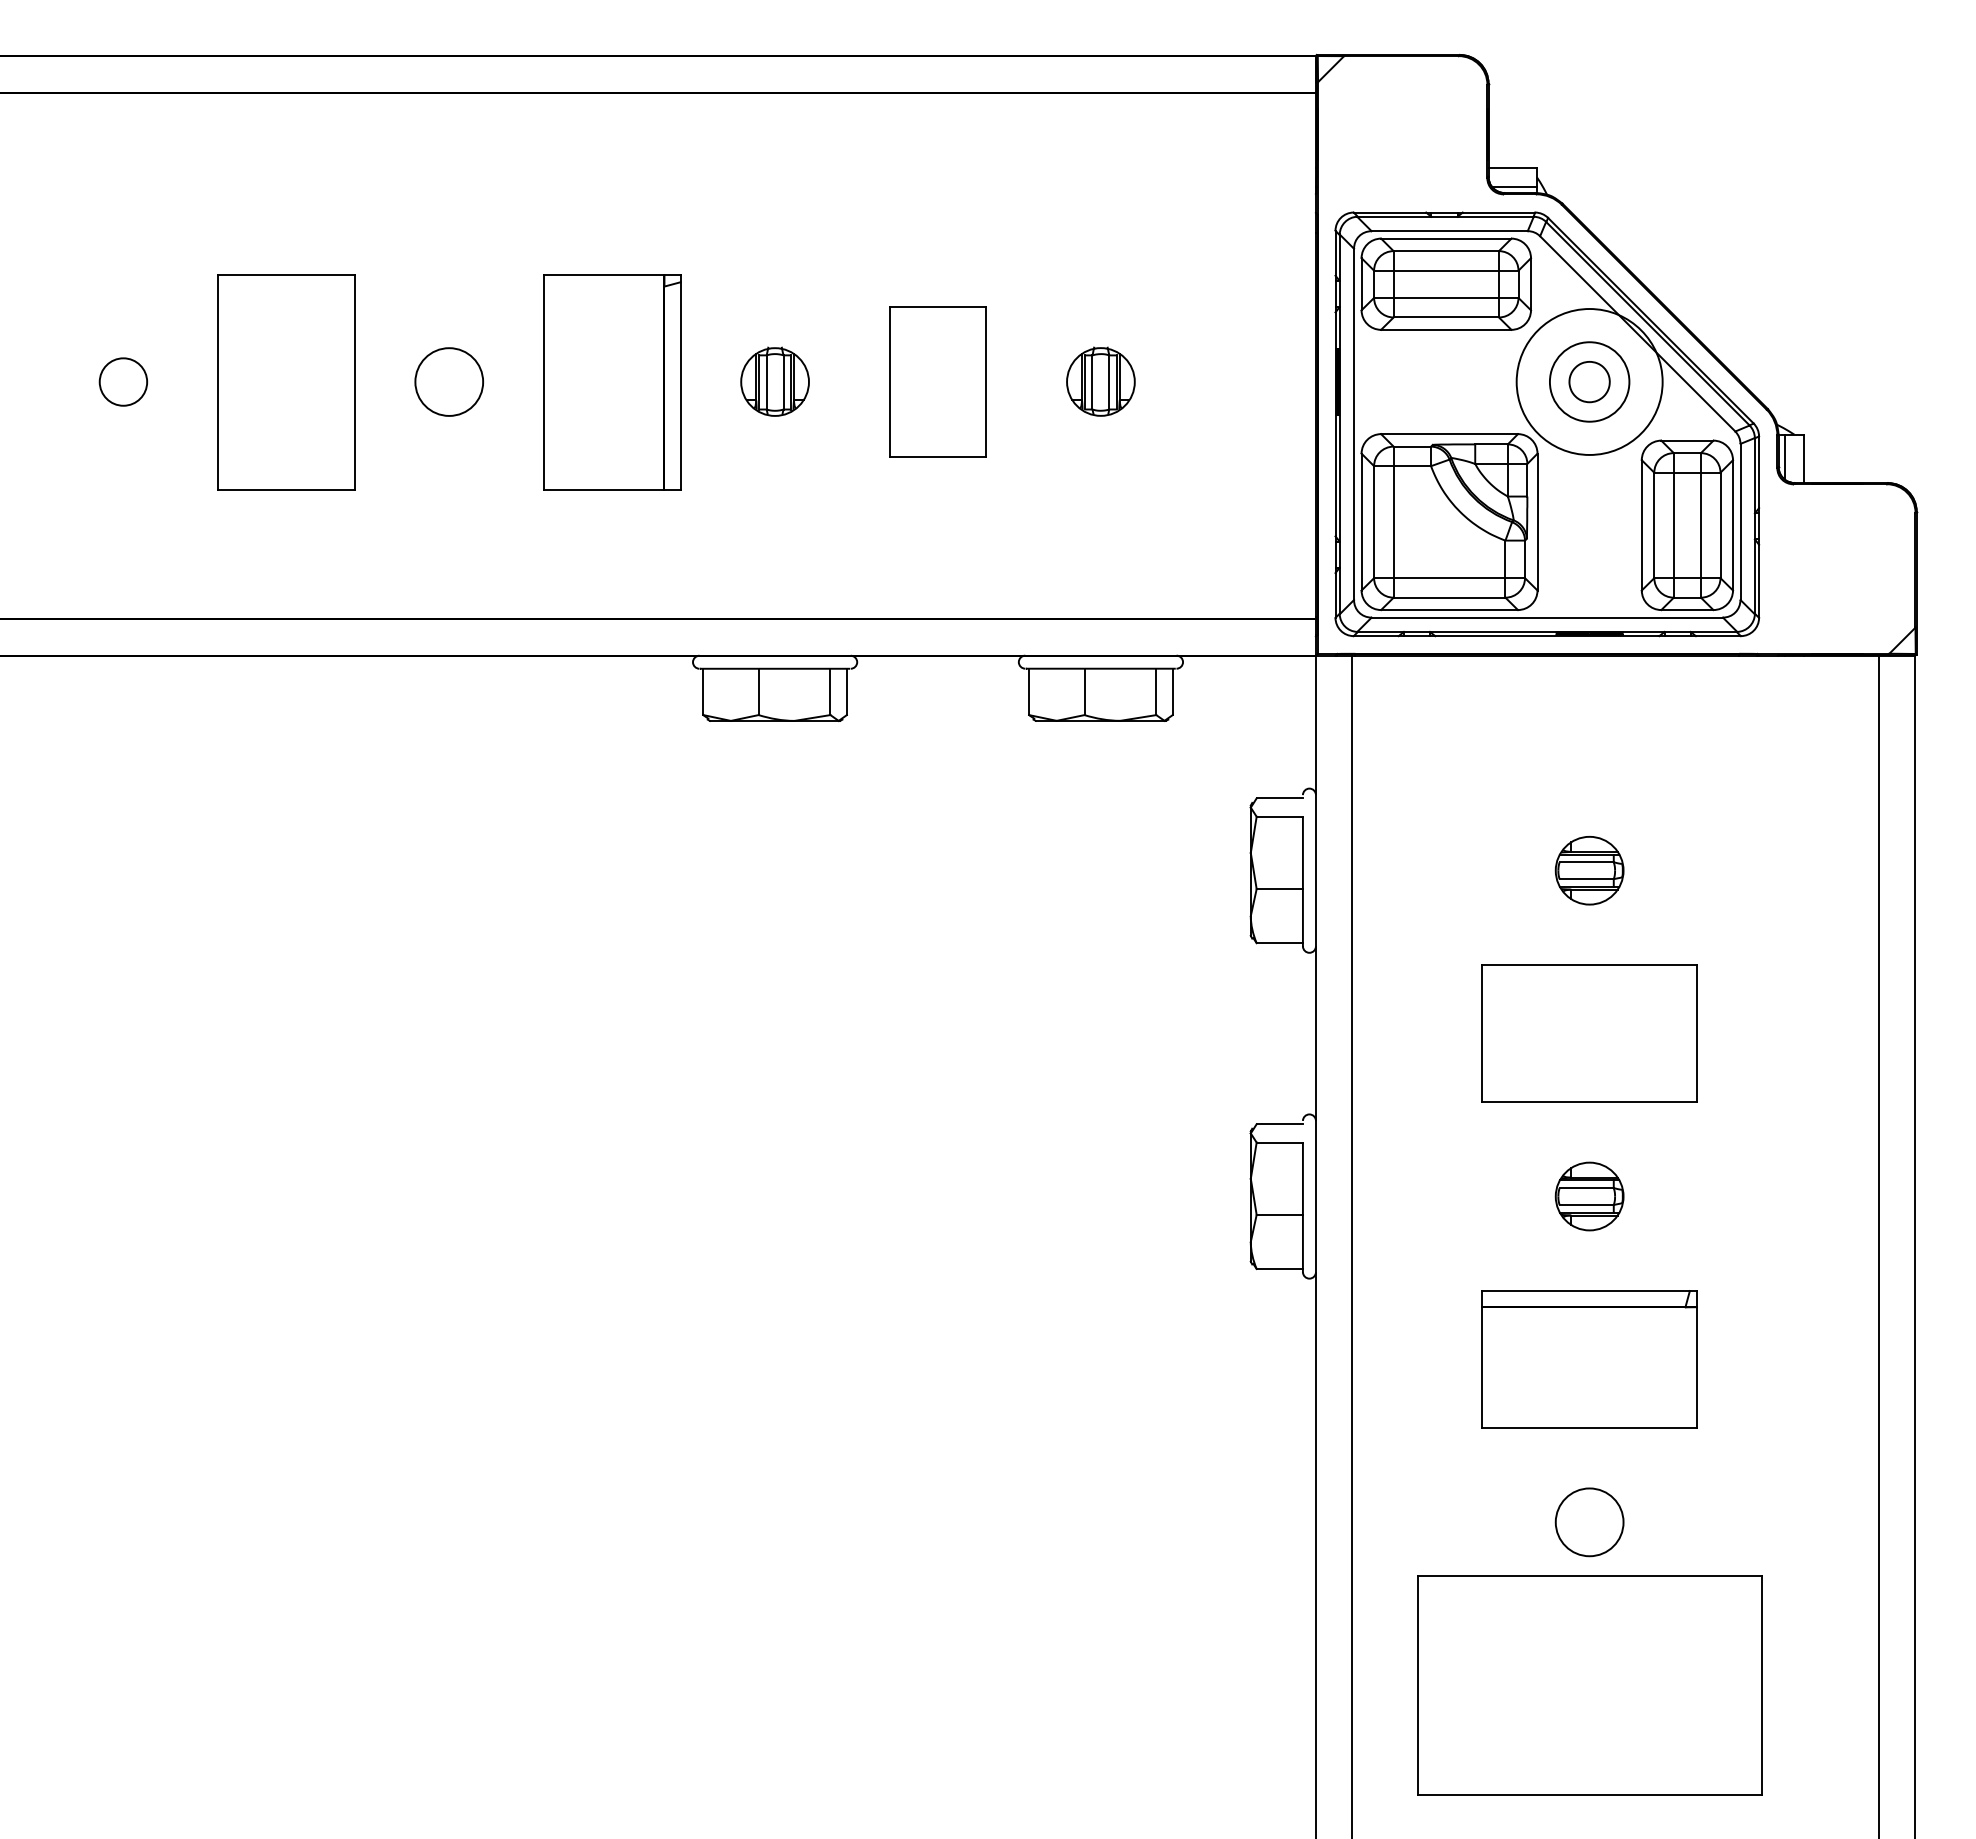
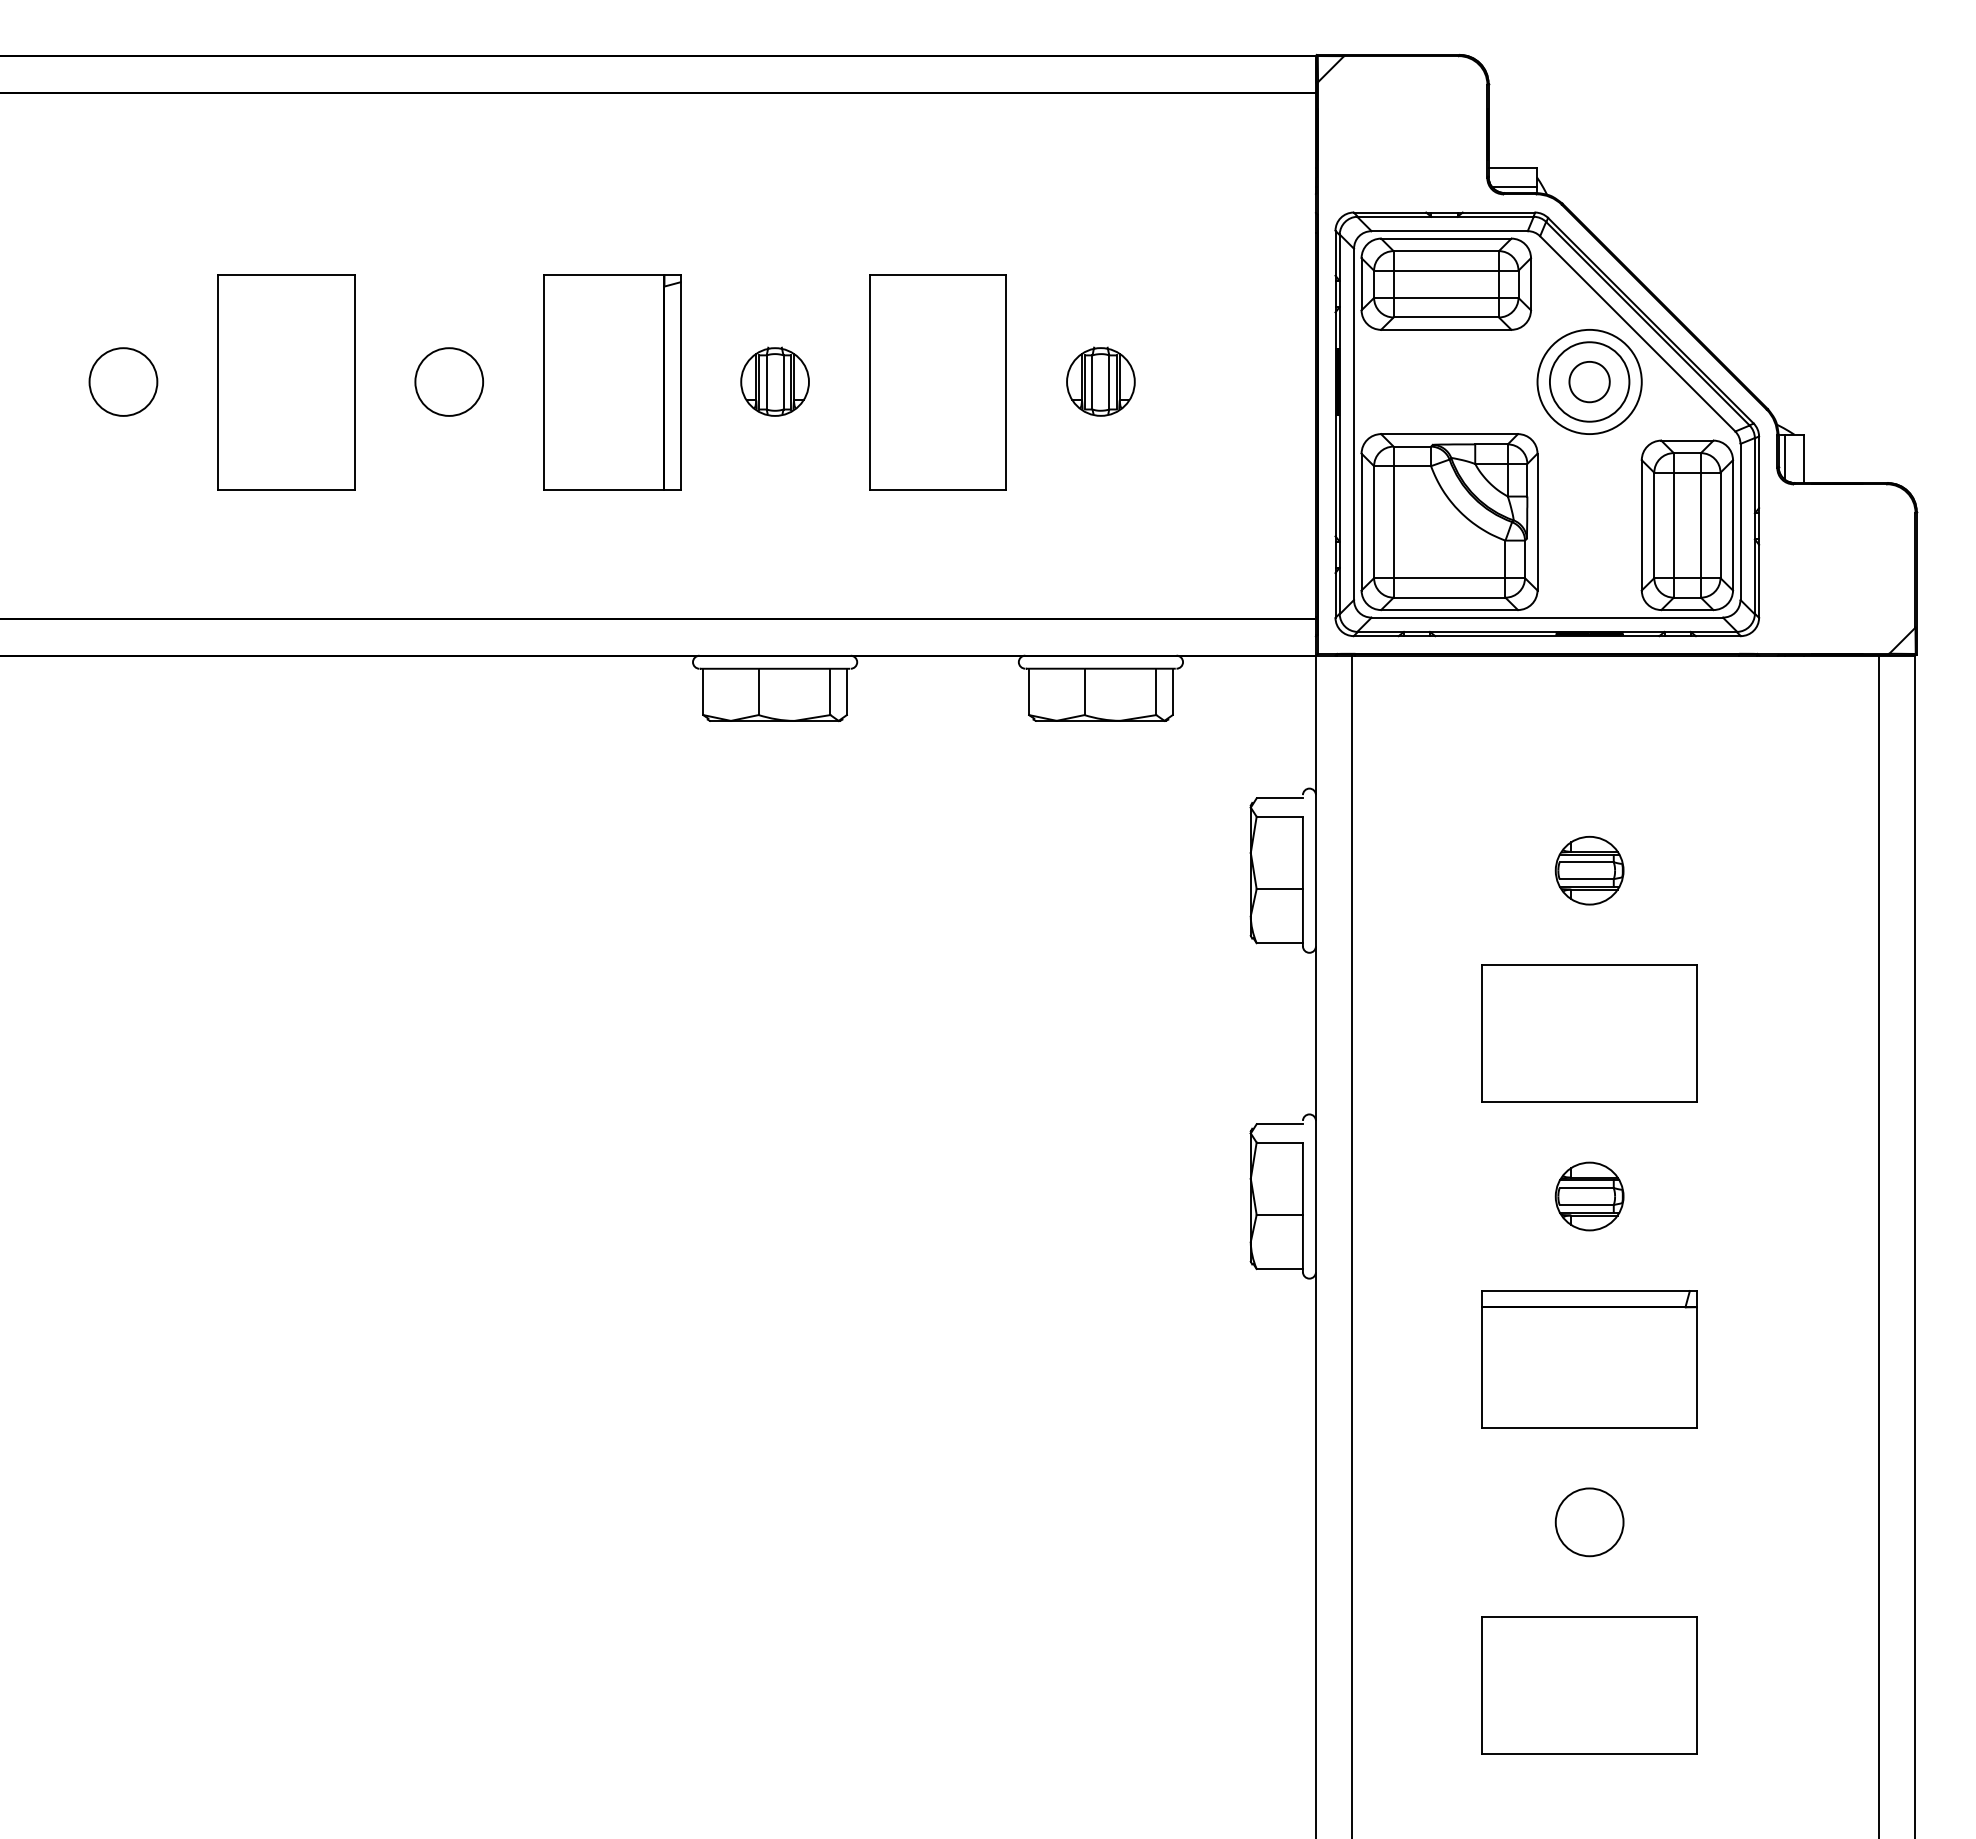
circle at (123, 381) diameter: 47 px -> 68 px
part at (937, 381) size: 98x152 px -> 138x217 px
circle at (1589, 381) diameter: 146 px -> 104 px
part at (1589, 1685) size: 346x221 px -> 217x139 px
